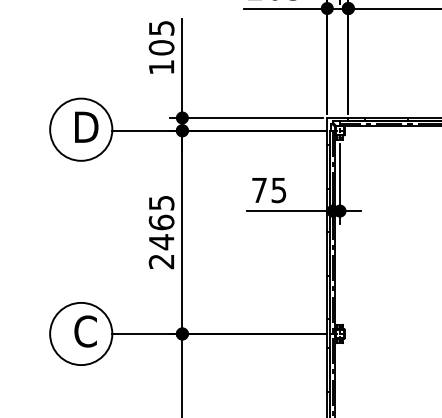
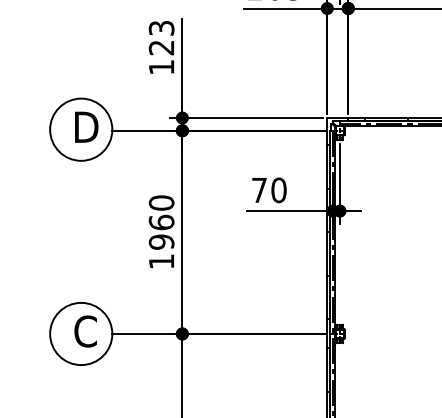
text at (161, 38): 105 -> 123
text at (278, 190): 75 -> 70
text at (161, 232): 2465 -> 1960
